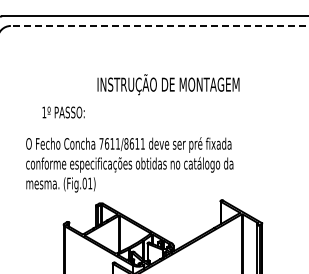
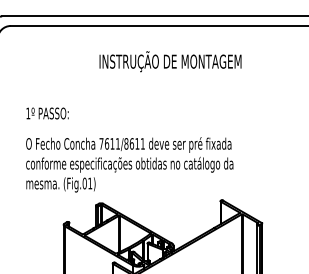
line at (159, 25): dashed -> solid
text at (168, 84) position: (168, 84) -> (170, 61)
text at (63, 112) position: (63, 112) -> (47, 113)
